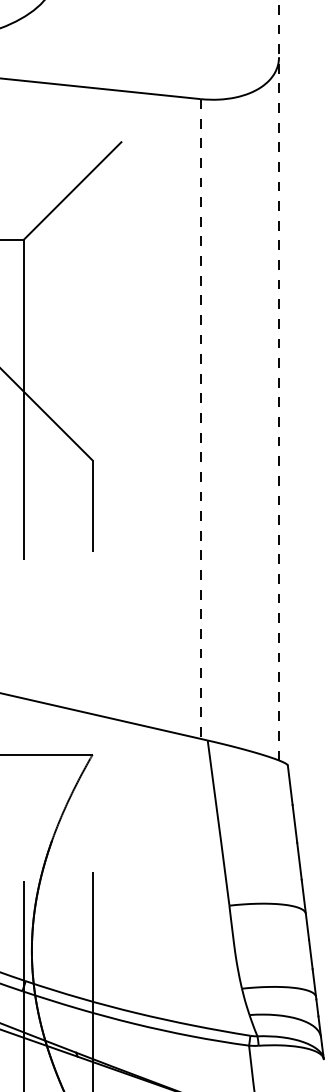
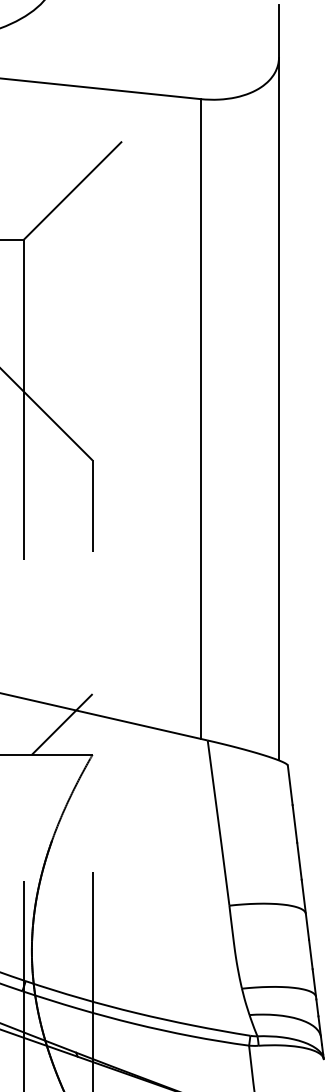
line at (279, 382): dashed -> solid
line at (200, 418): dashed -> solid
line at (61, 724): none -> present
